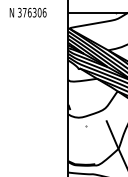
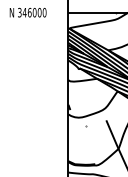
text at (34, 12): 376306 -> 346000
